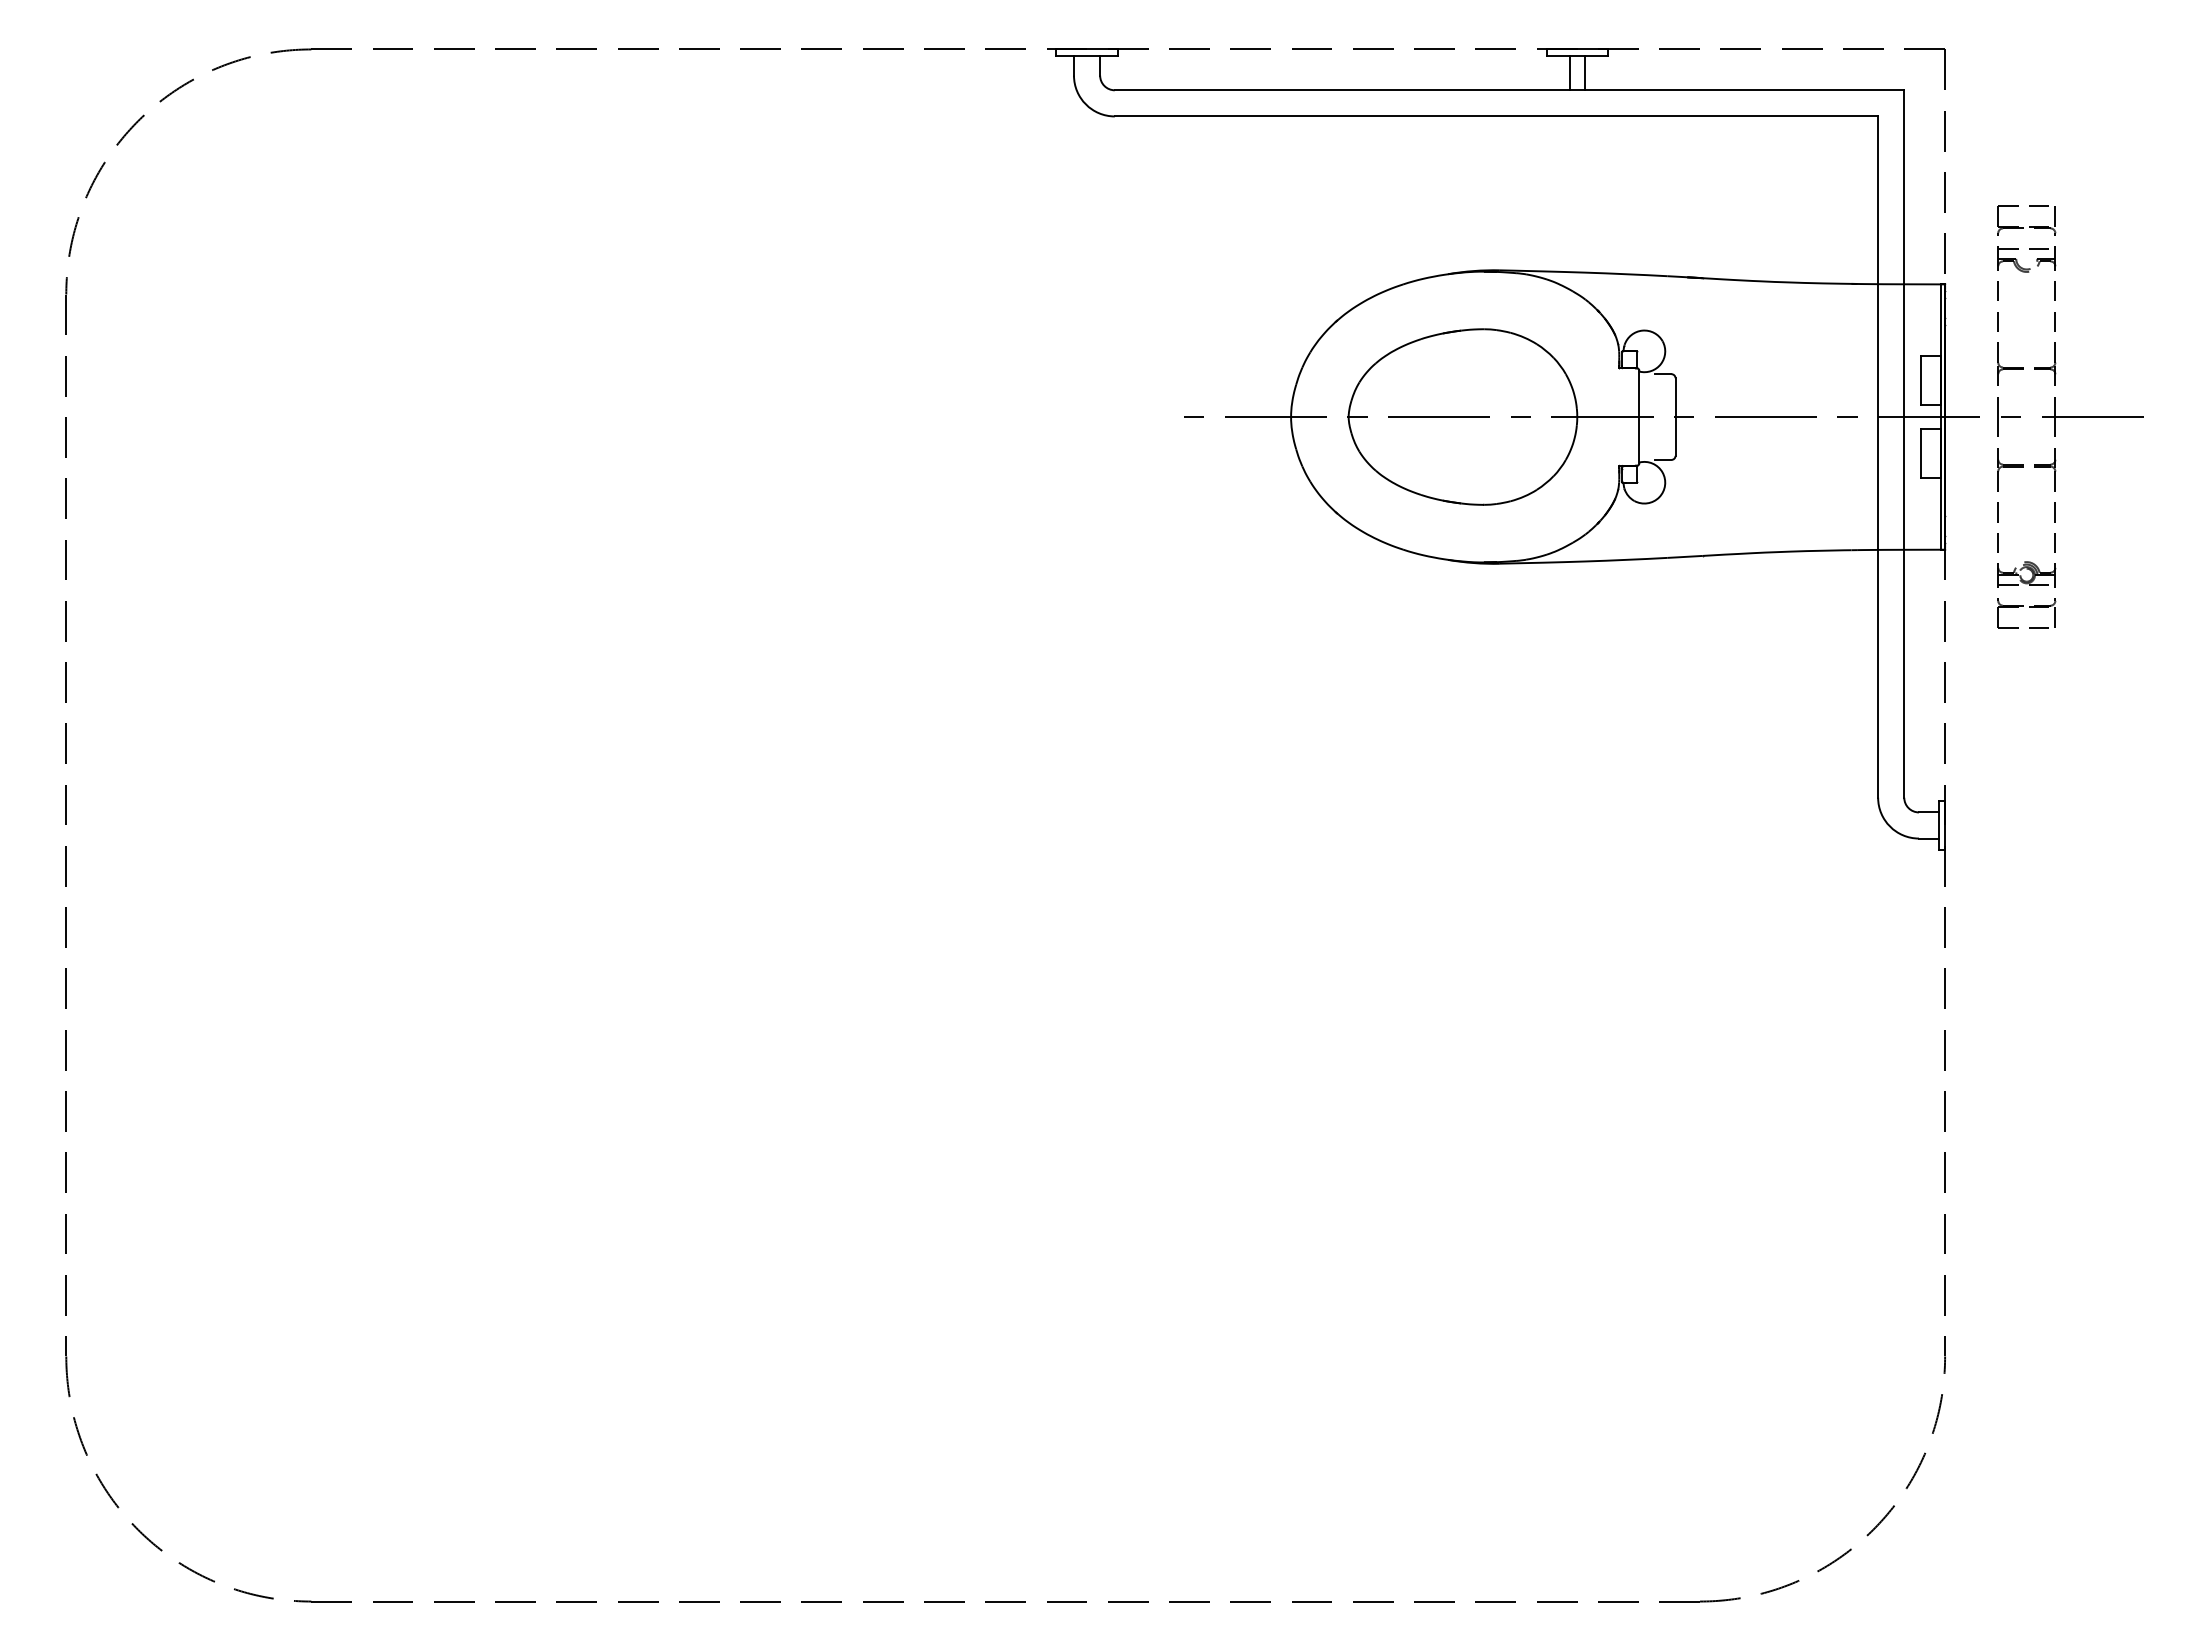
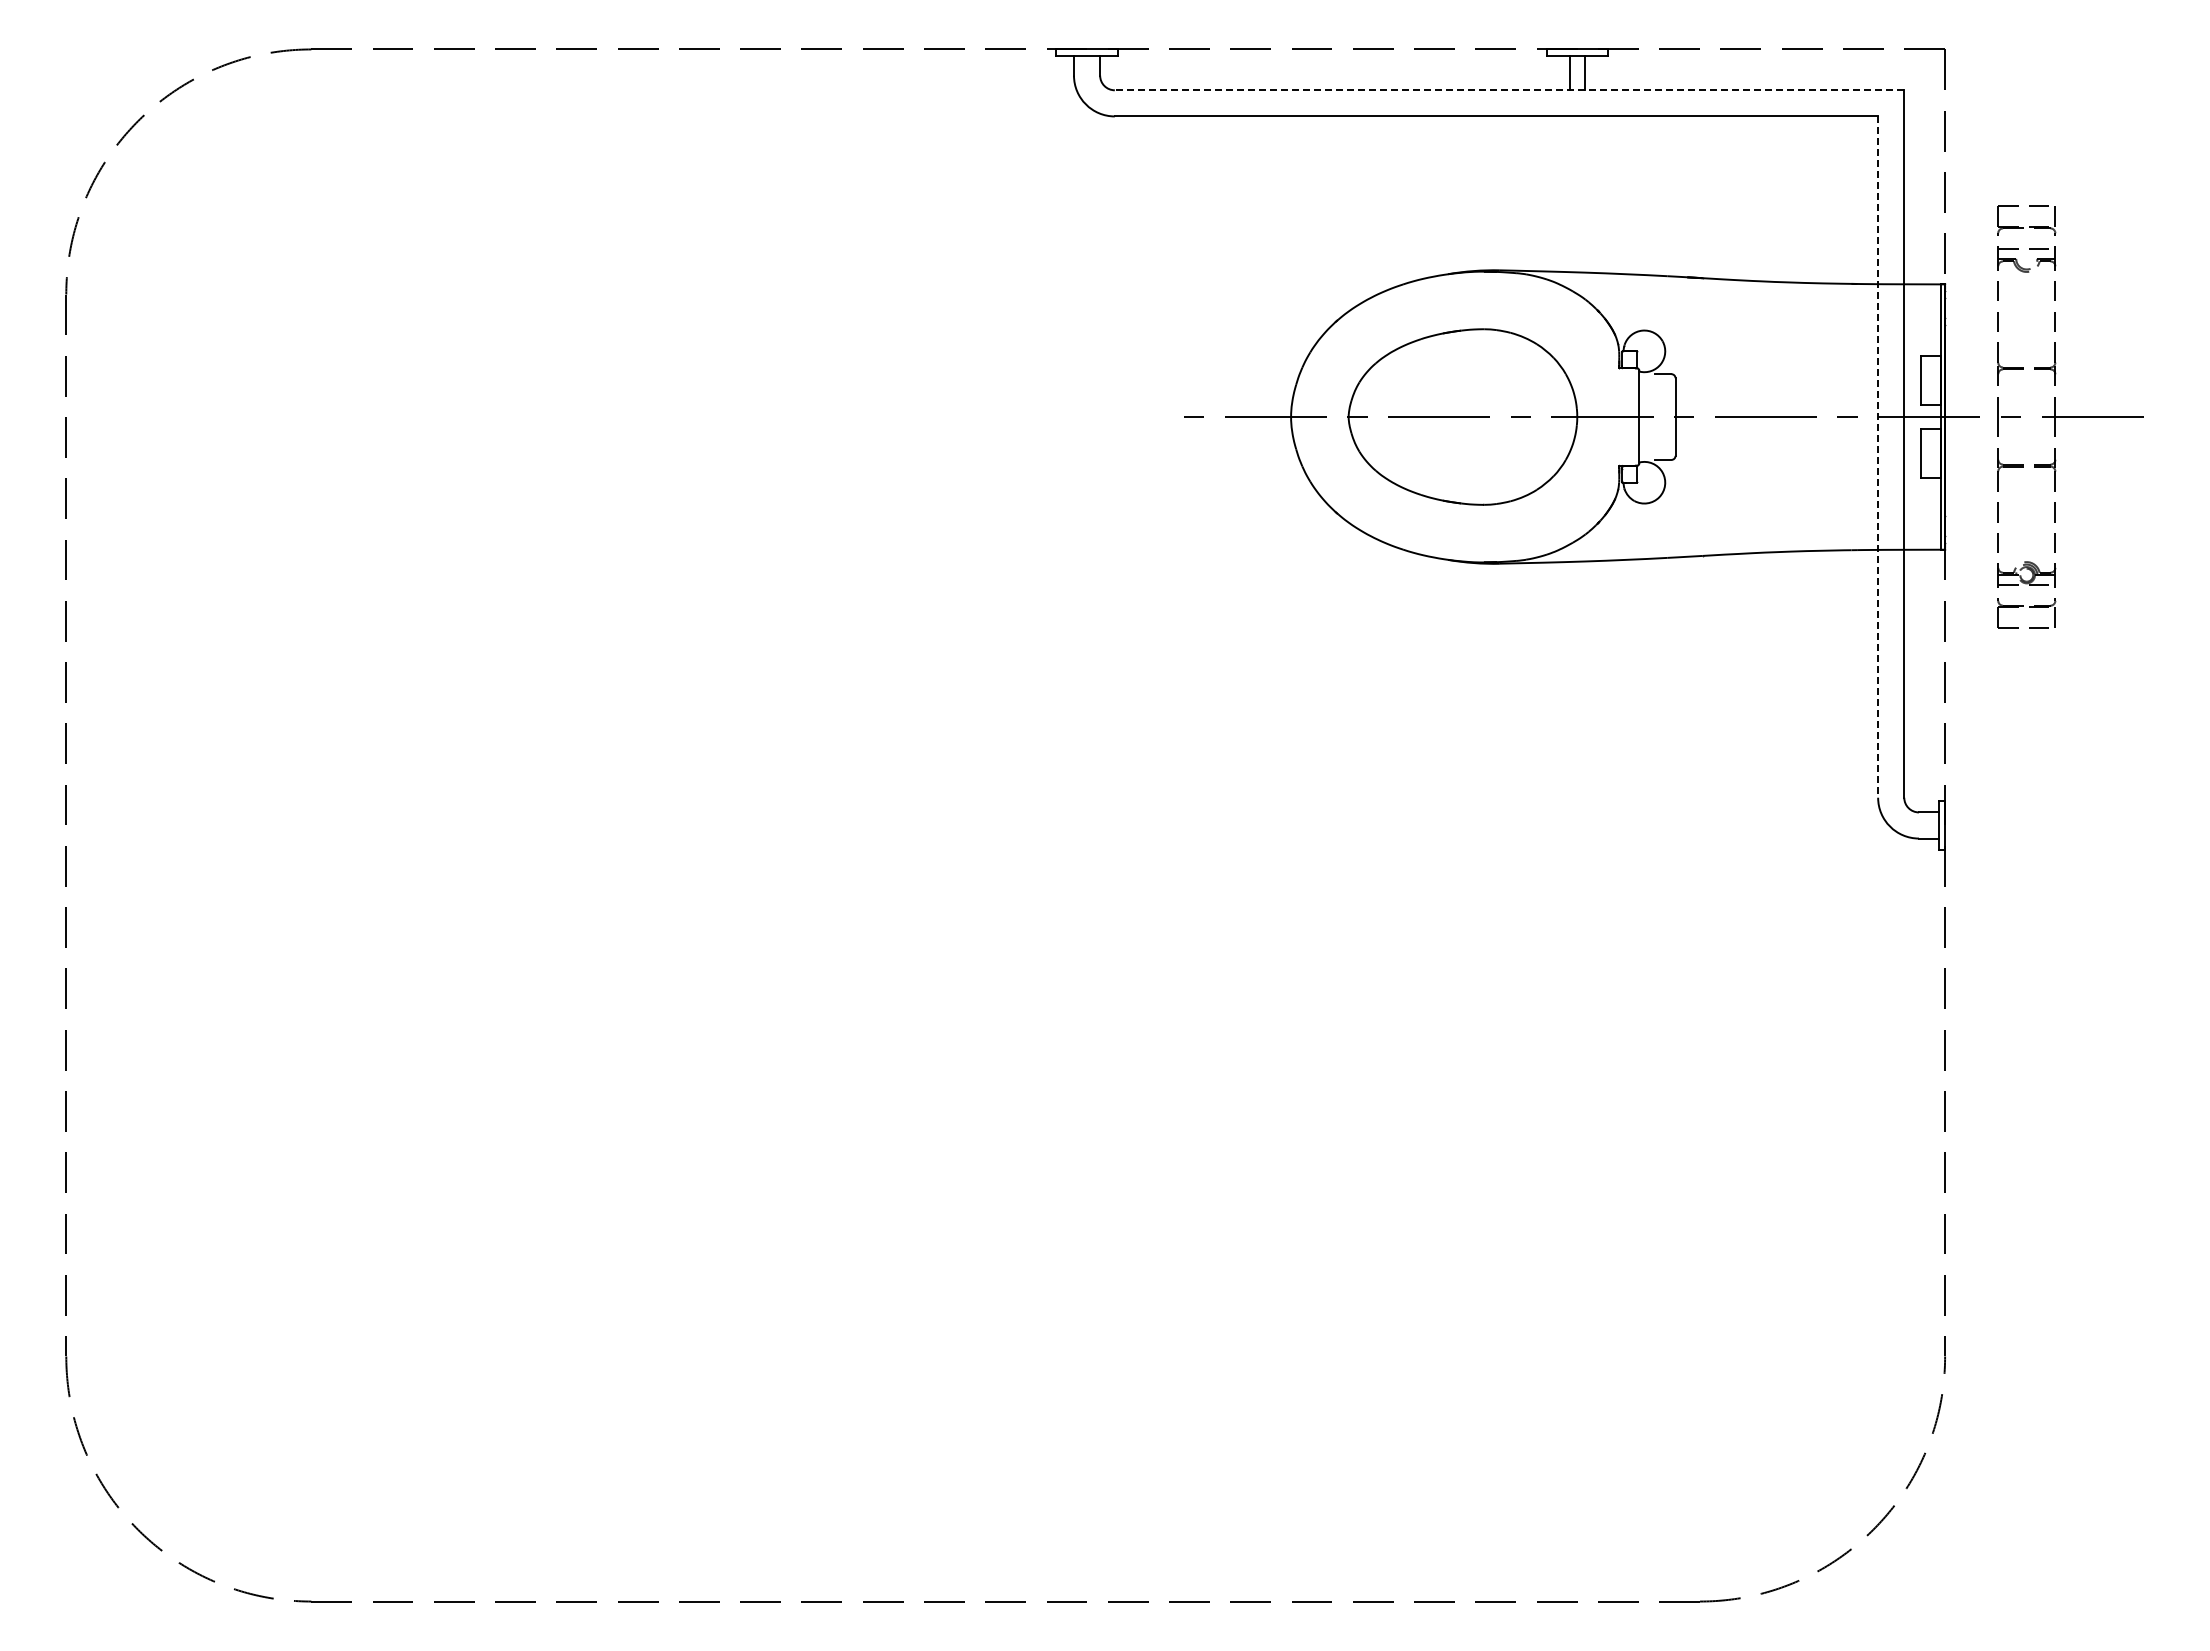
line at (1509, 90): solid -> dashed
line at (1878, 457): solid -> dashed
